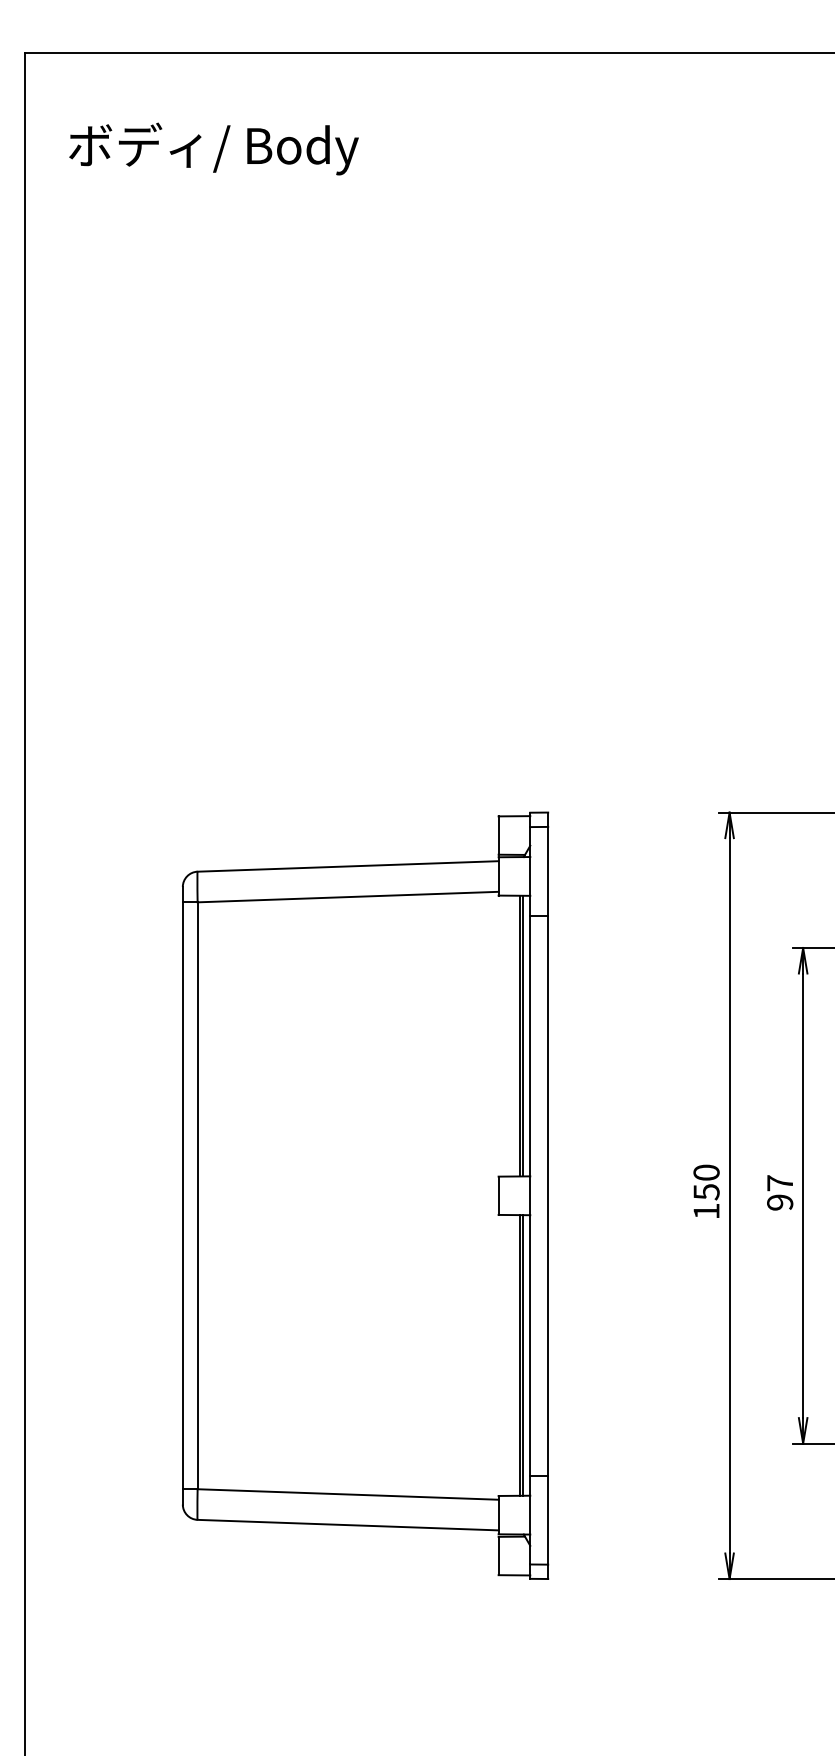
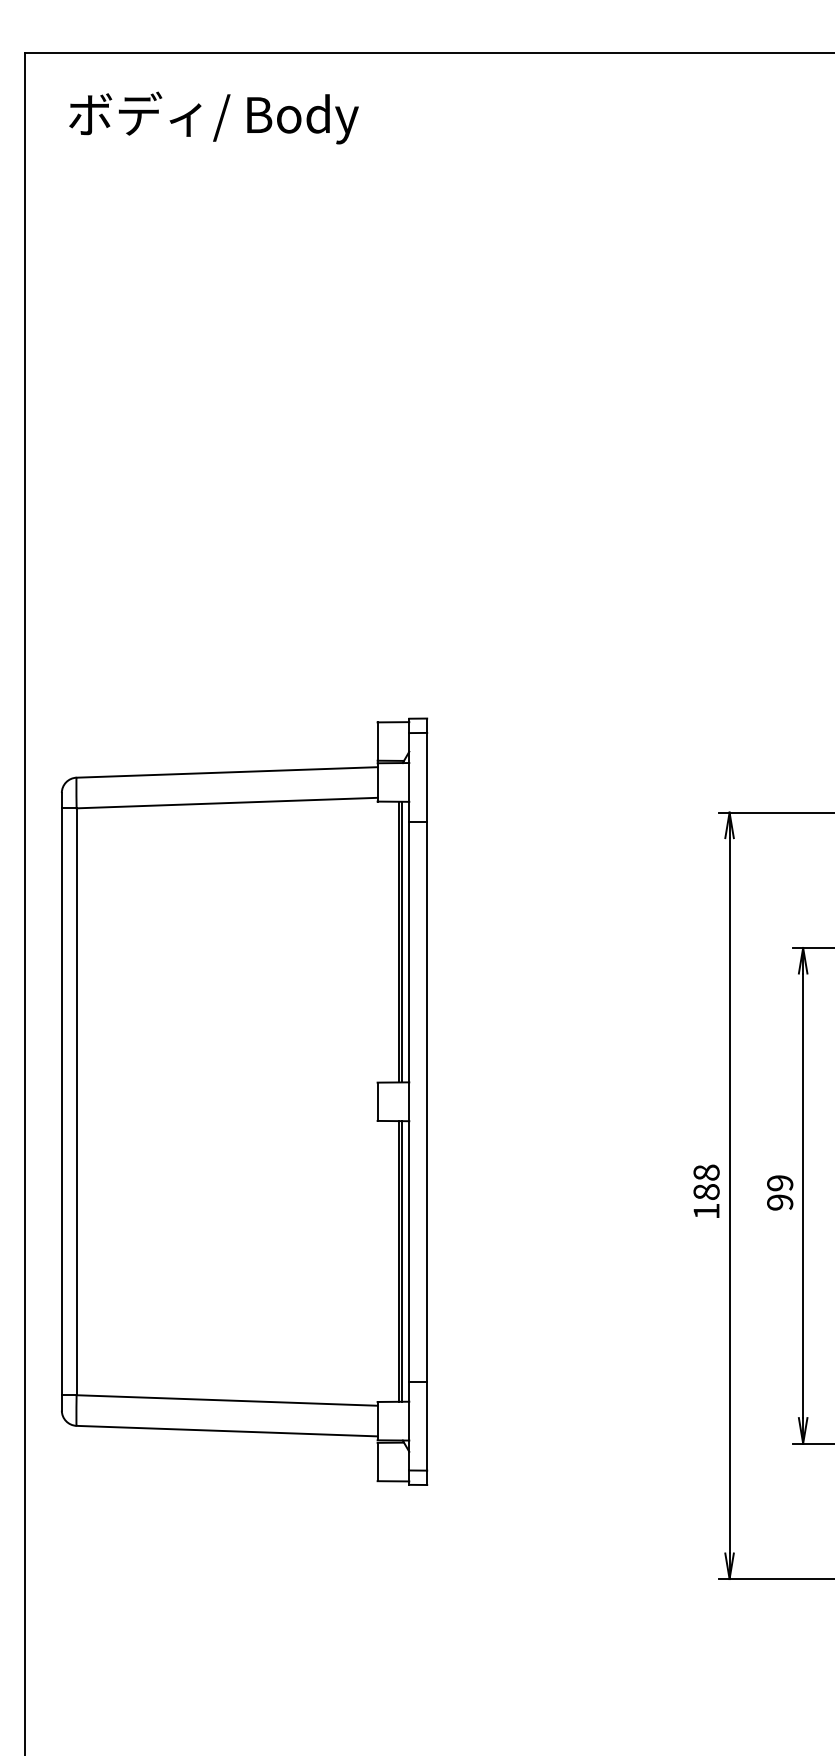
text at (213, 148) position: (213, 148) -> (213, 117)
text at (706, 1182): 150 -> 188
text at (780, 1183): 97 -> 99
part at (365, 1195) position: (365, 1195) -> (244, 1101)
